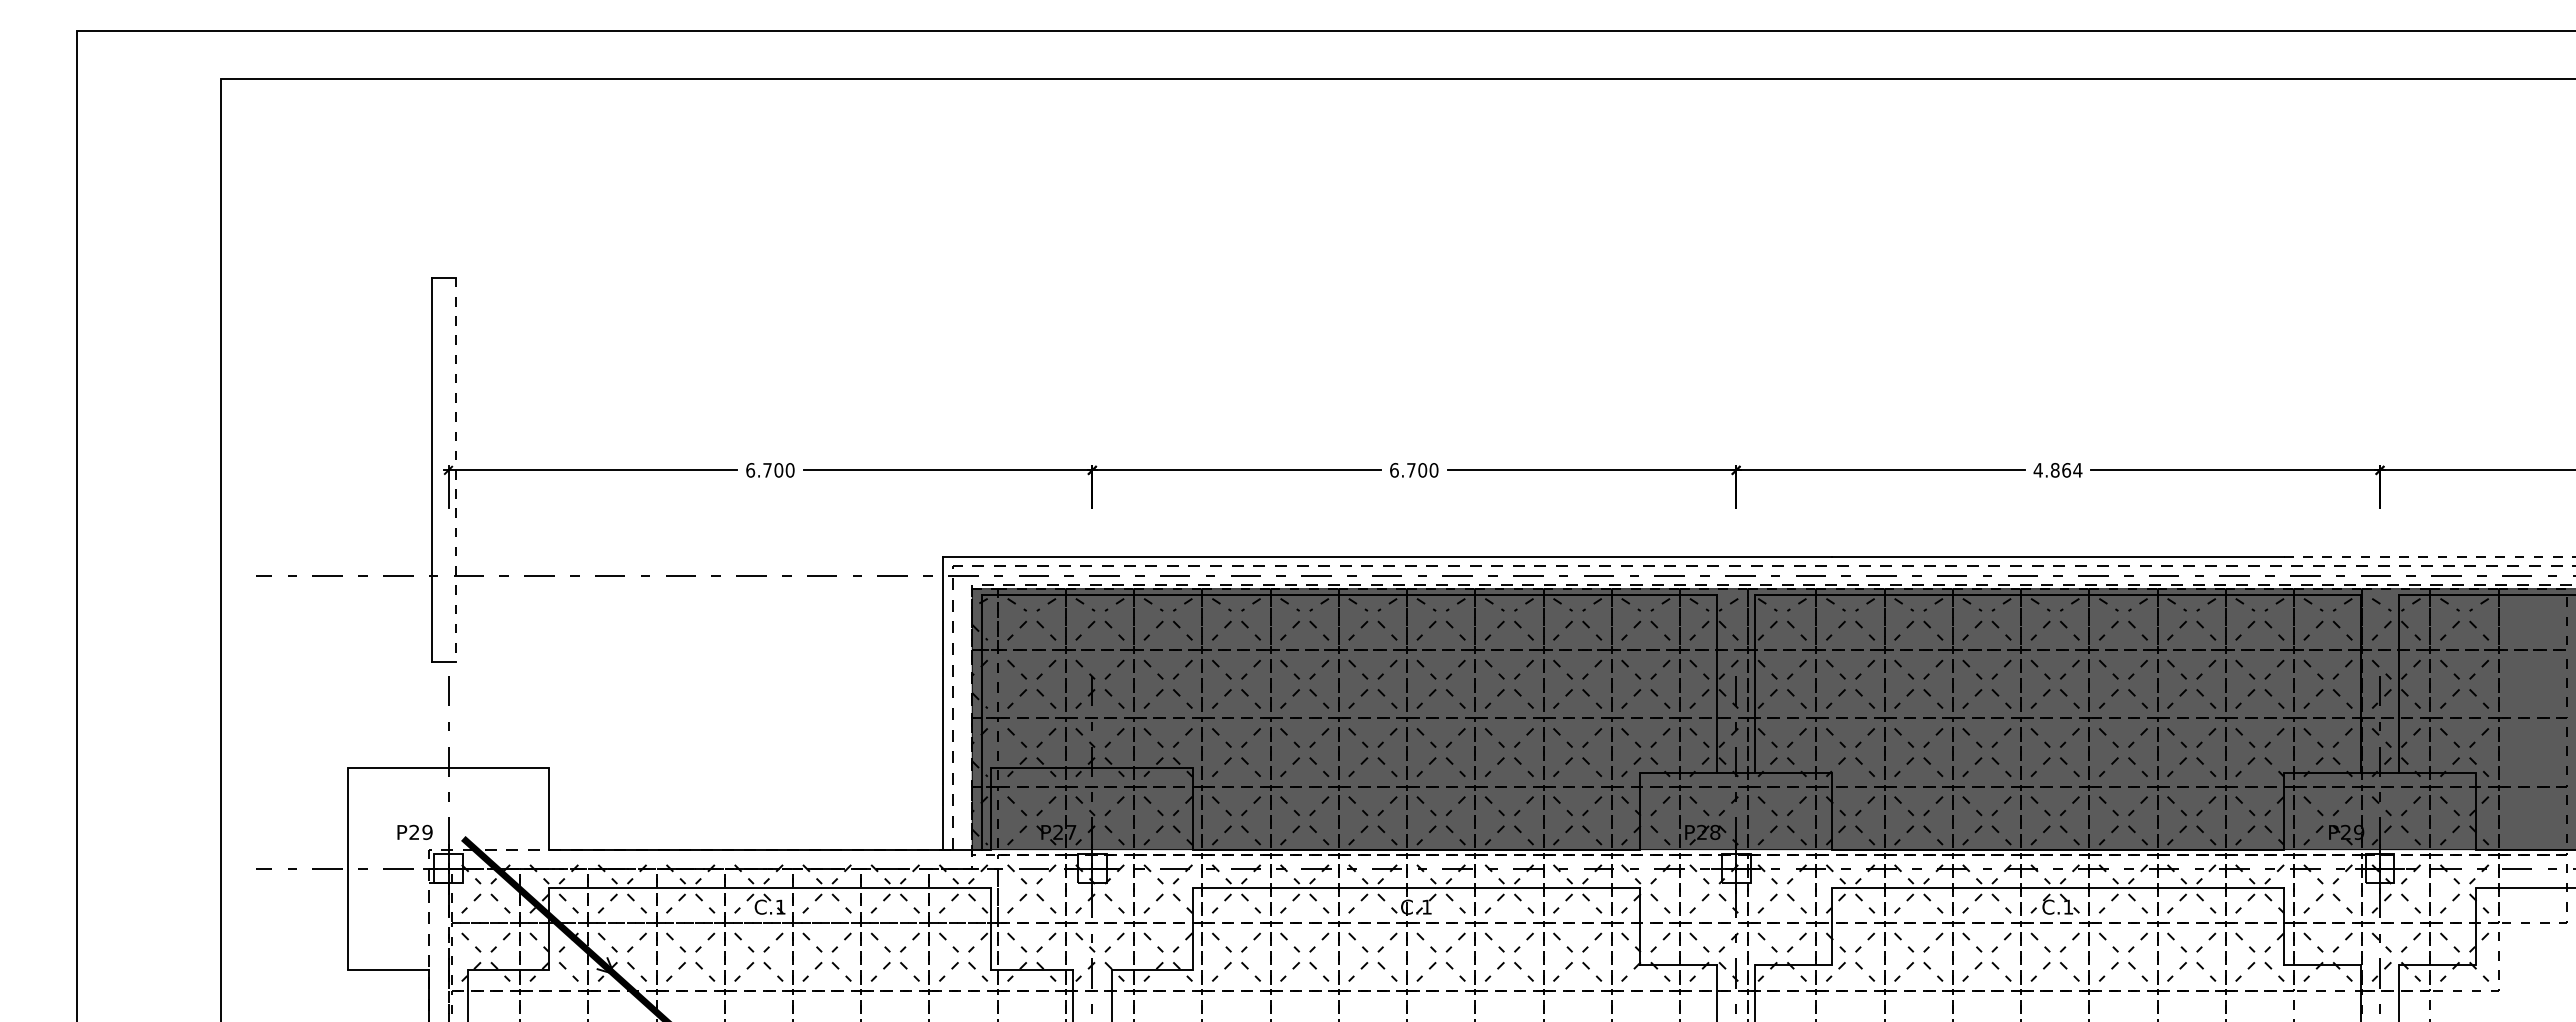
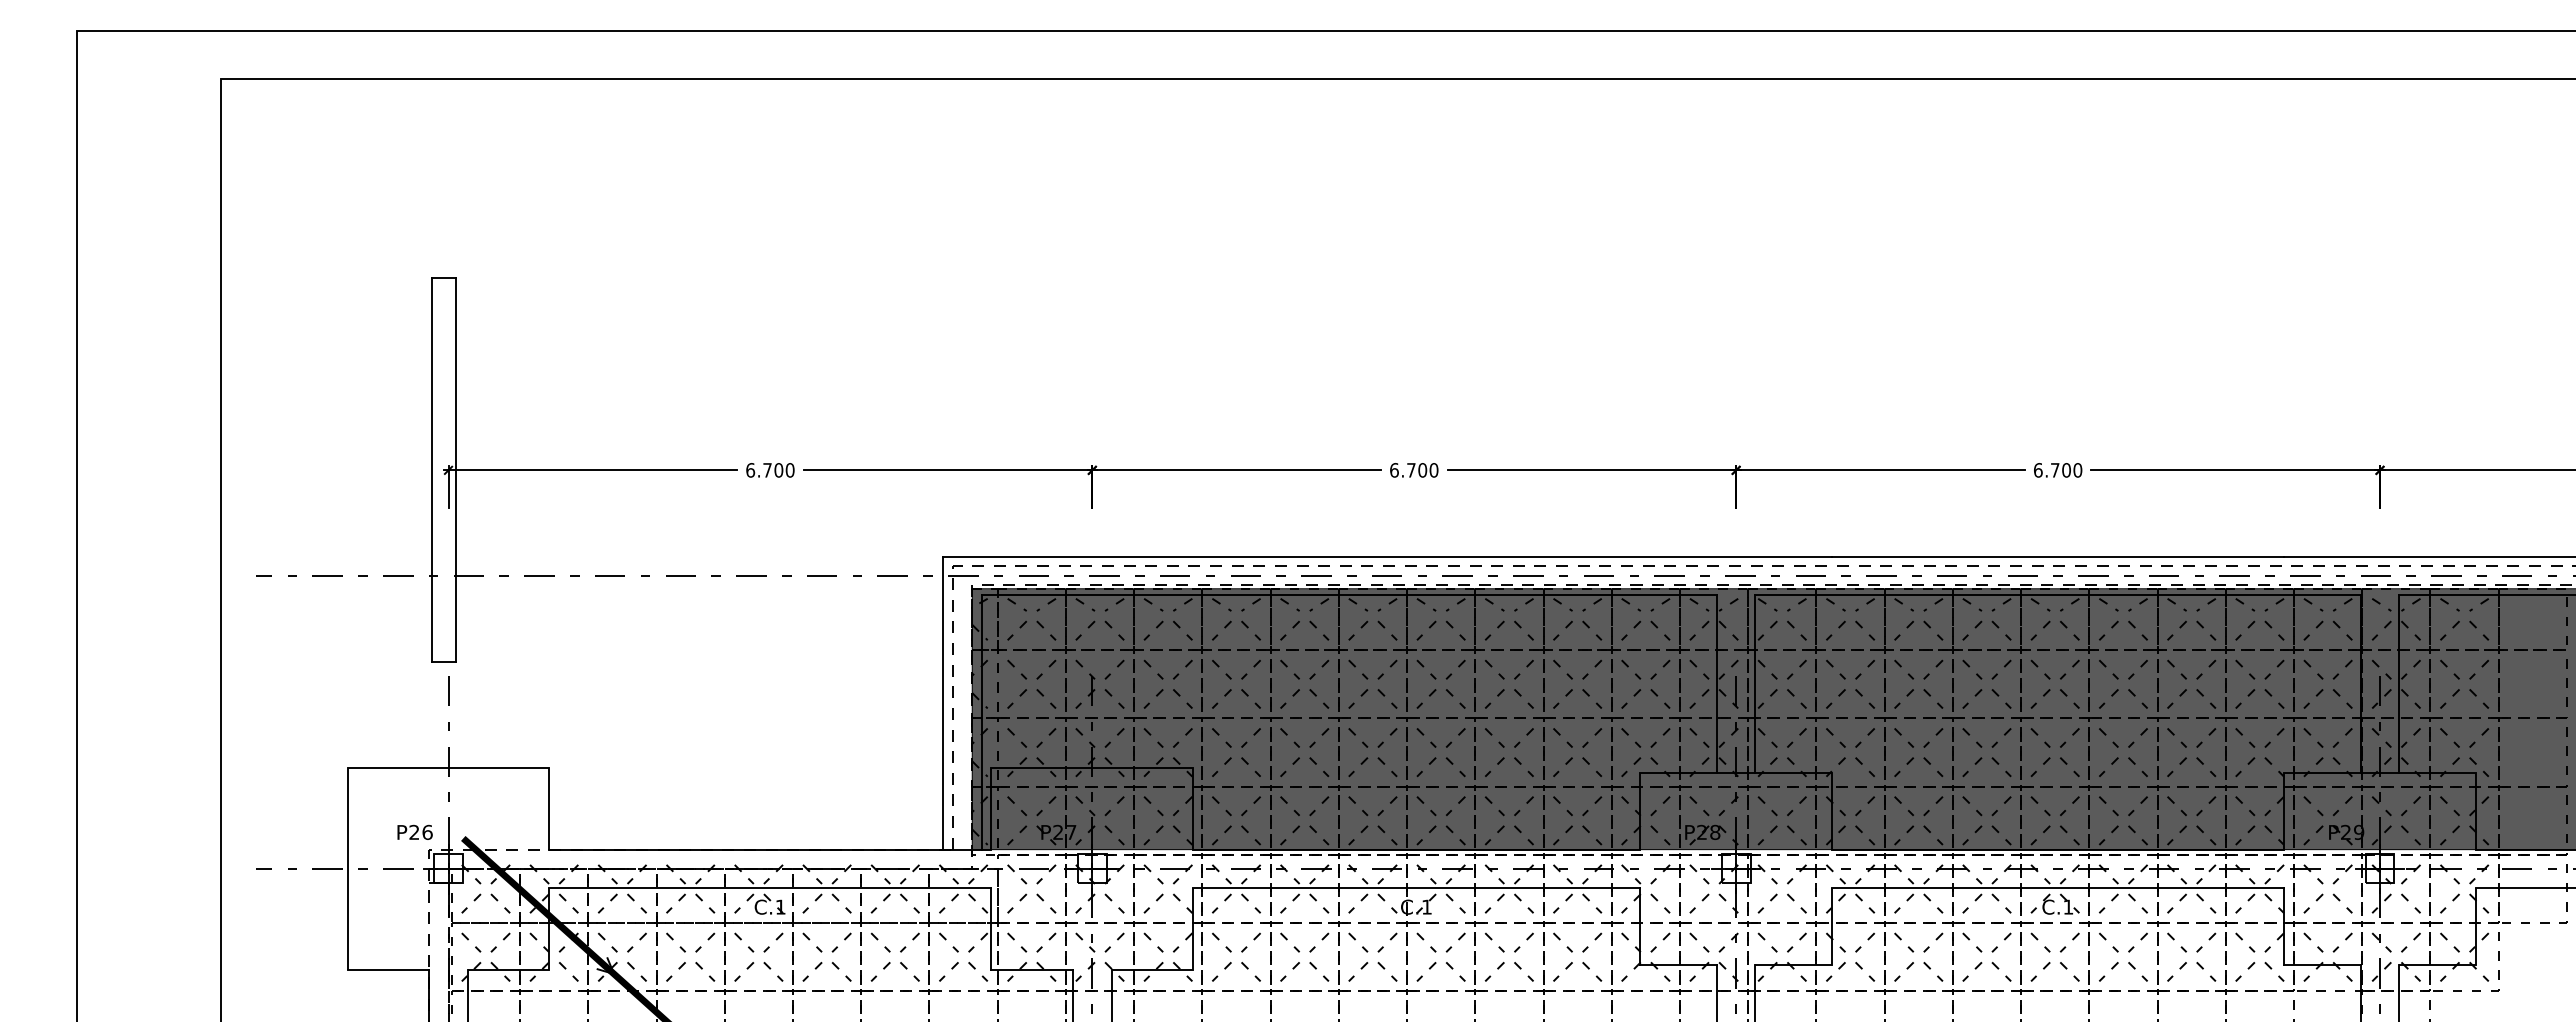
line at (455, 470): dashed -> solid
text at (2057, 470): 4.864 -> 6.700
line at (2429, 556): dashed -> solid
text at (427, 831): P29 -> P26
